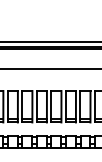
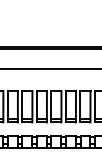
line at (50, 41): present -> none
